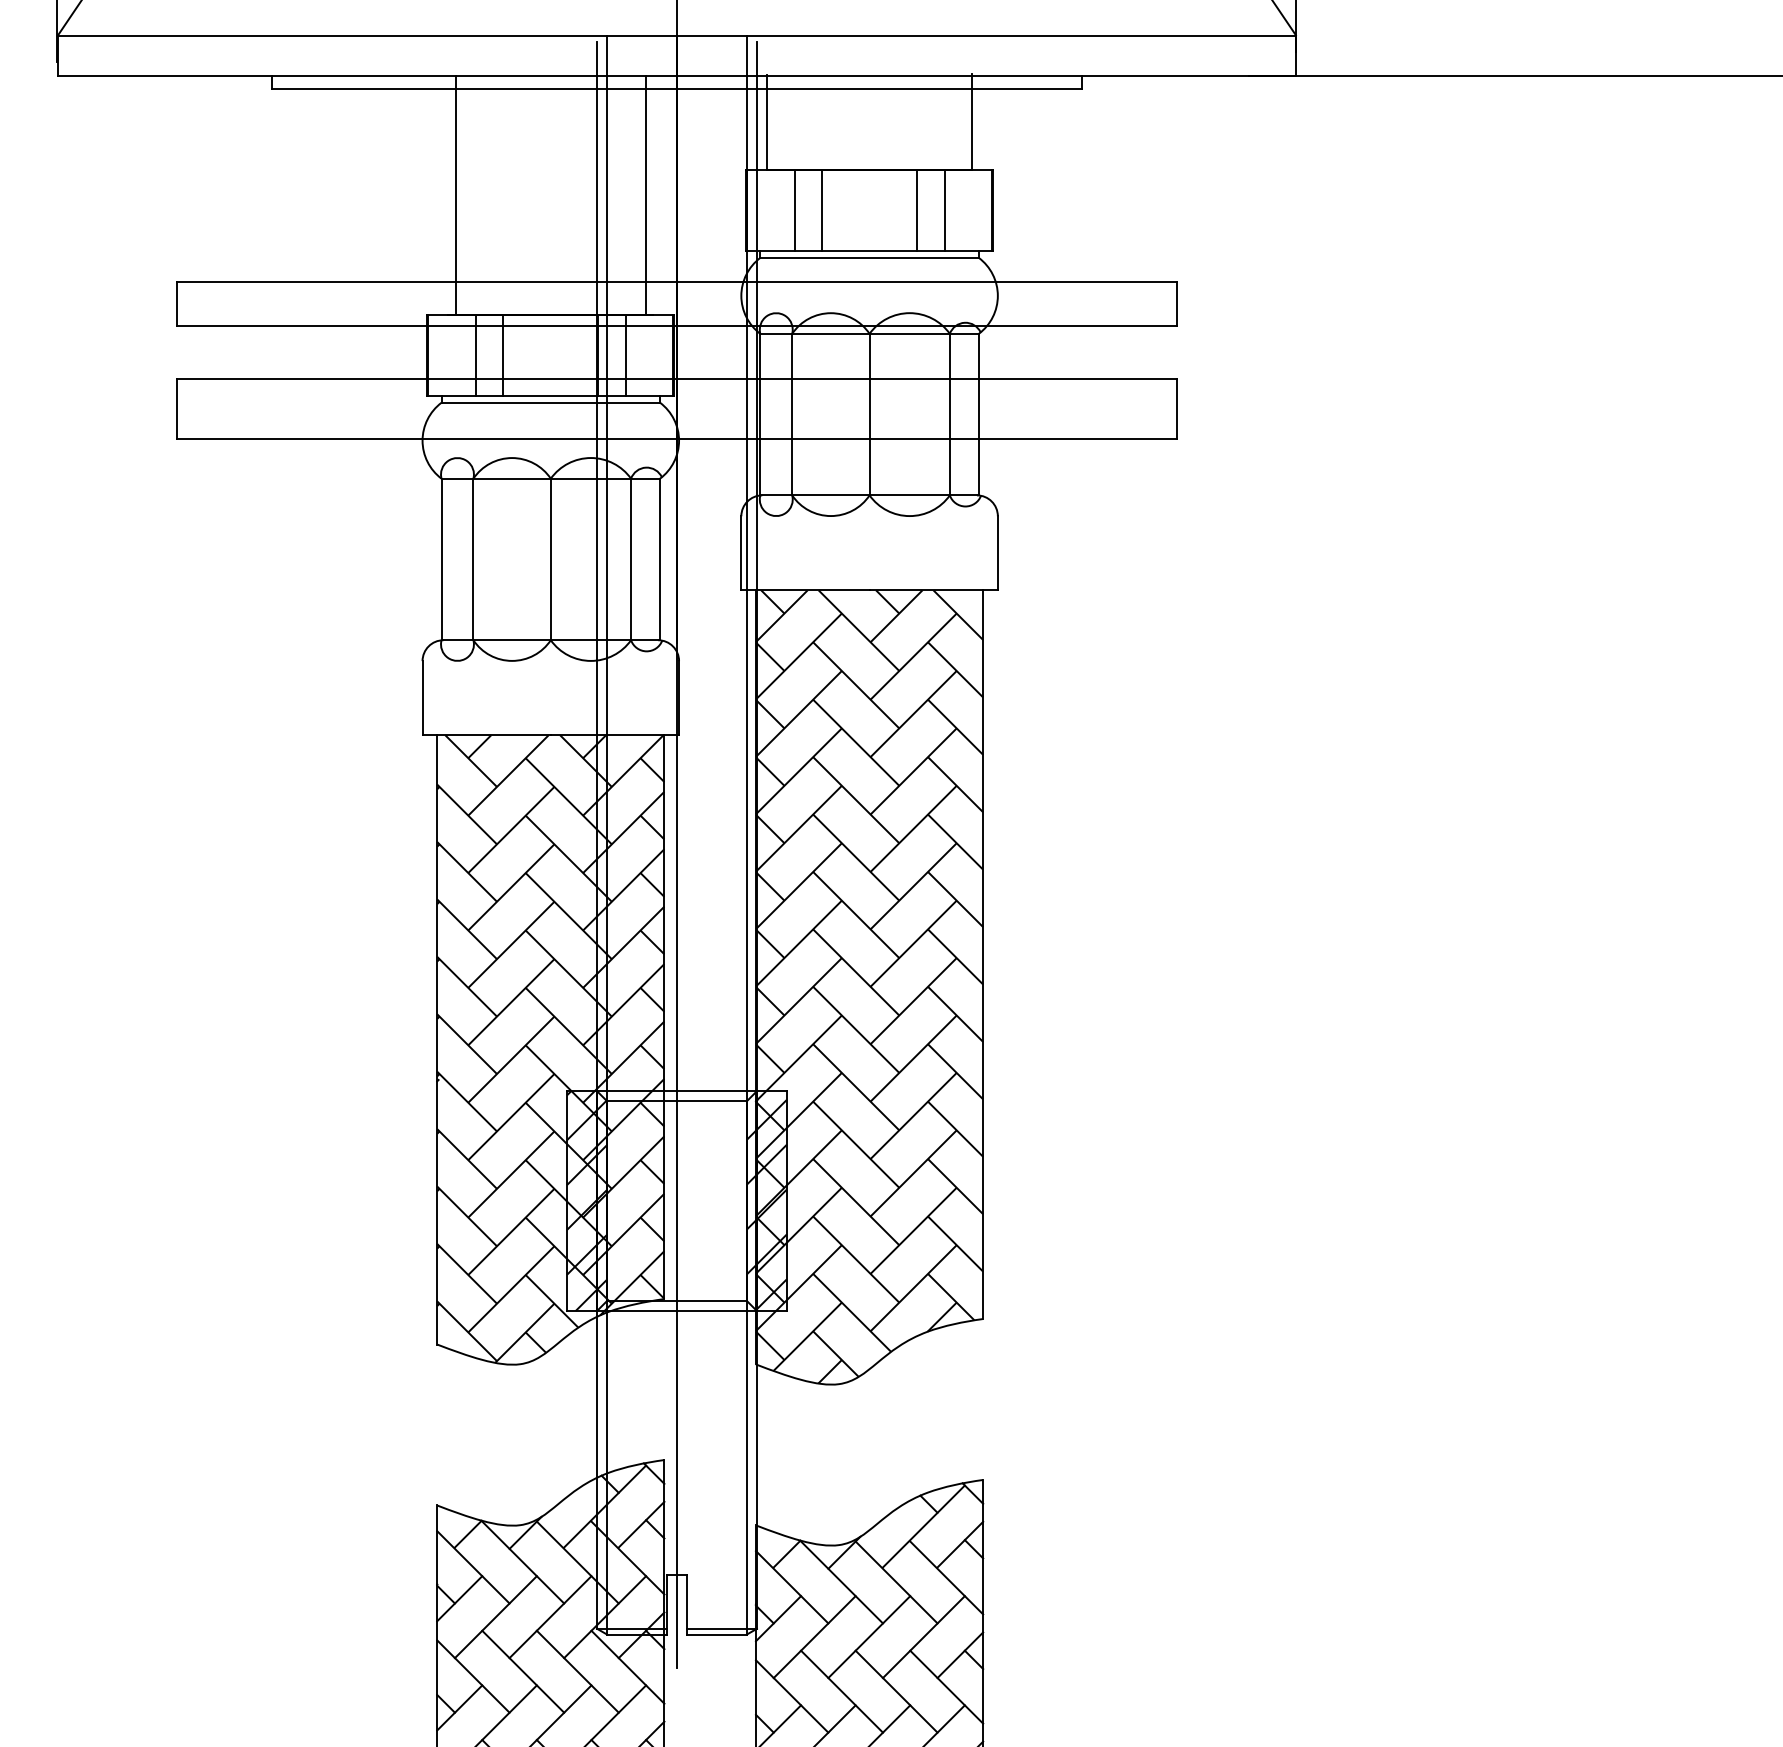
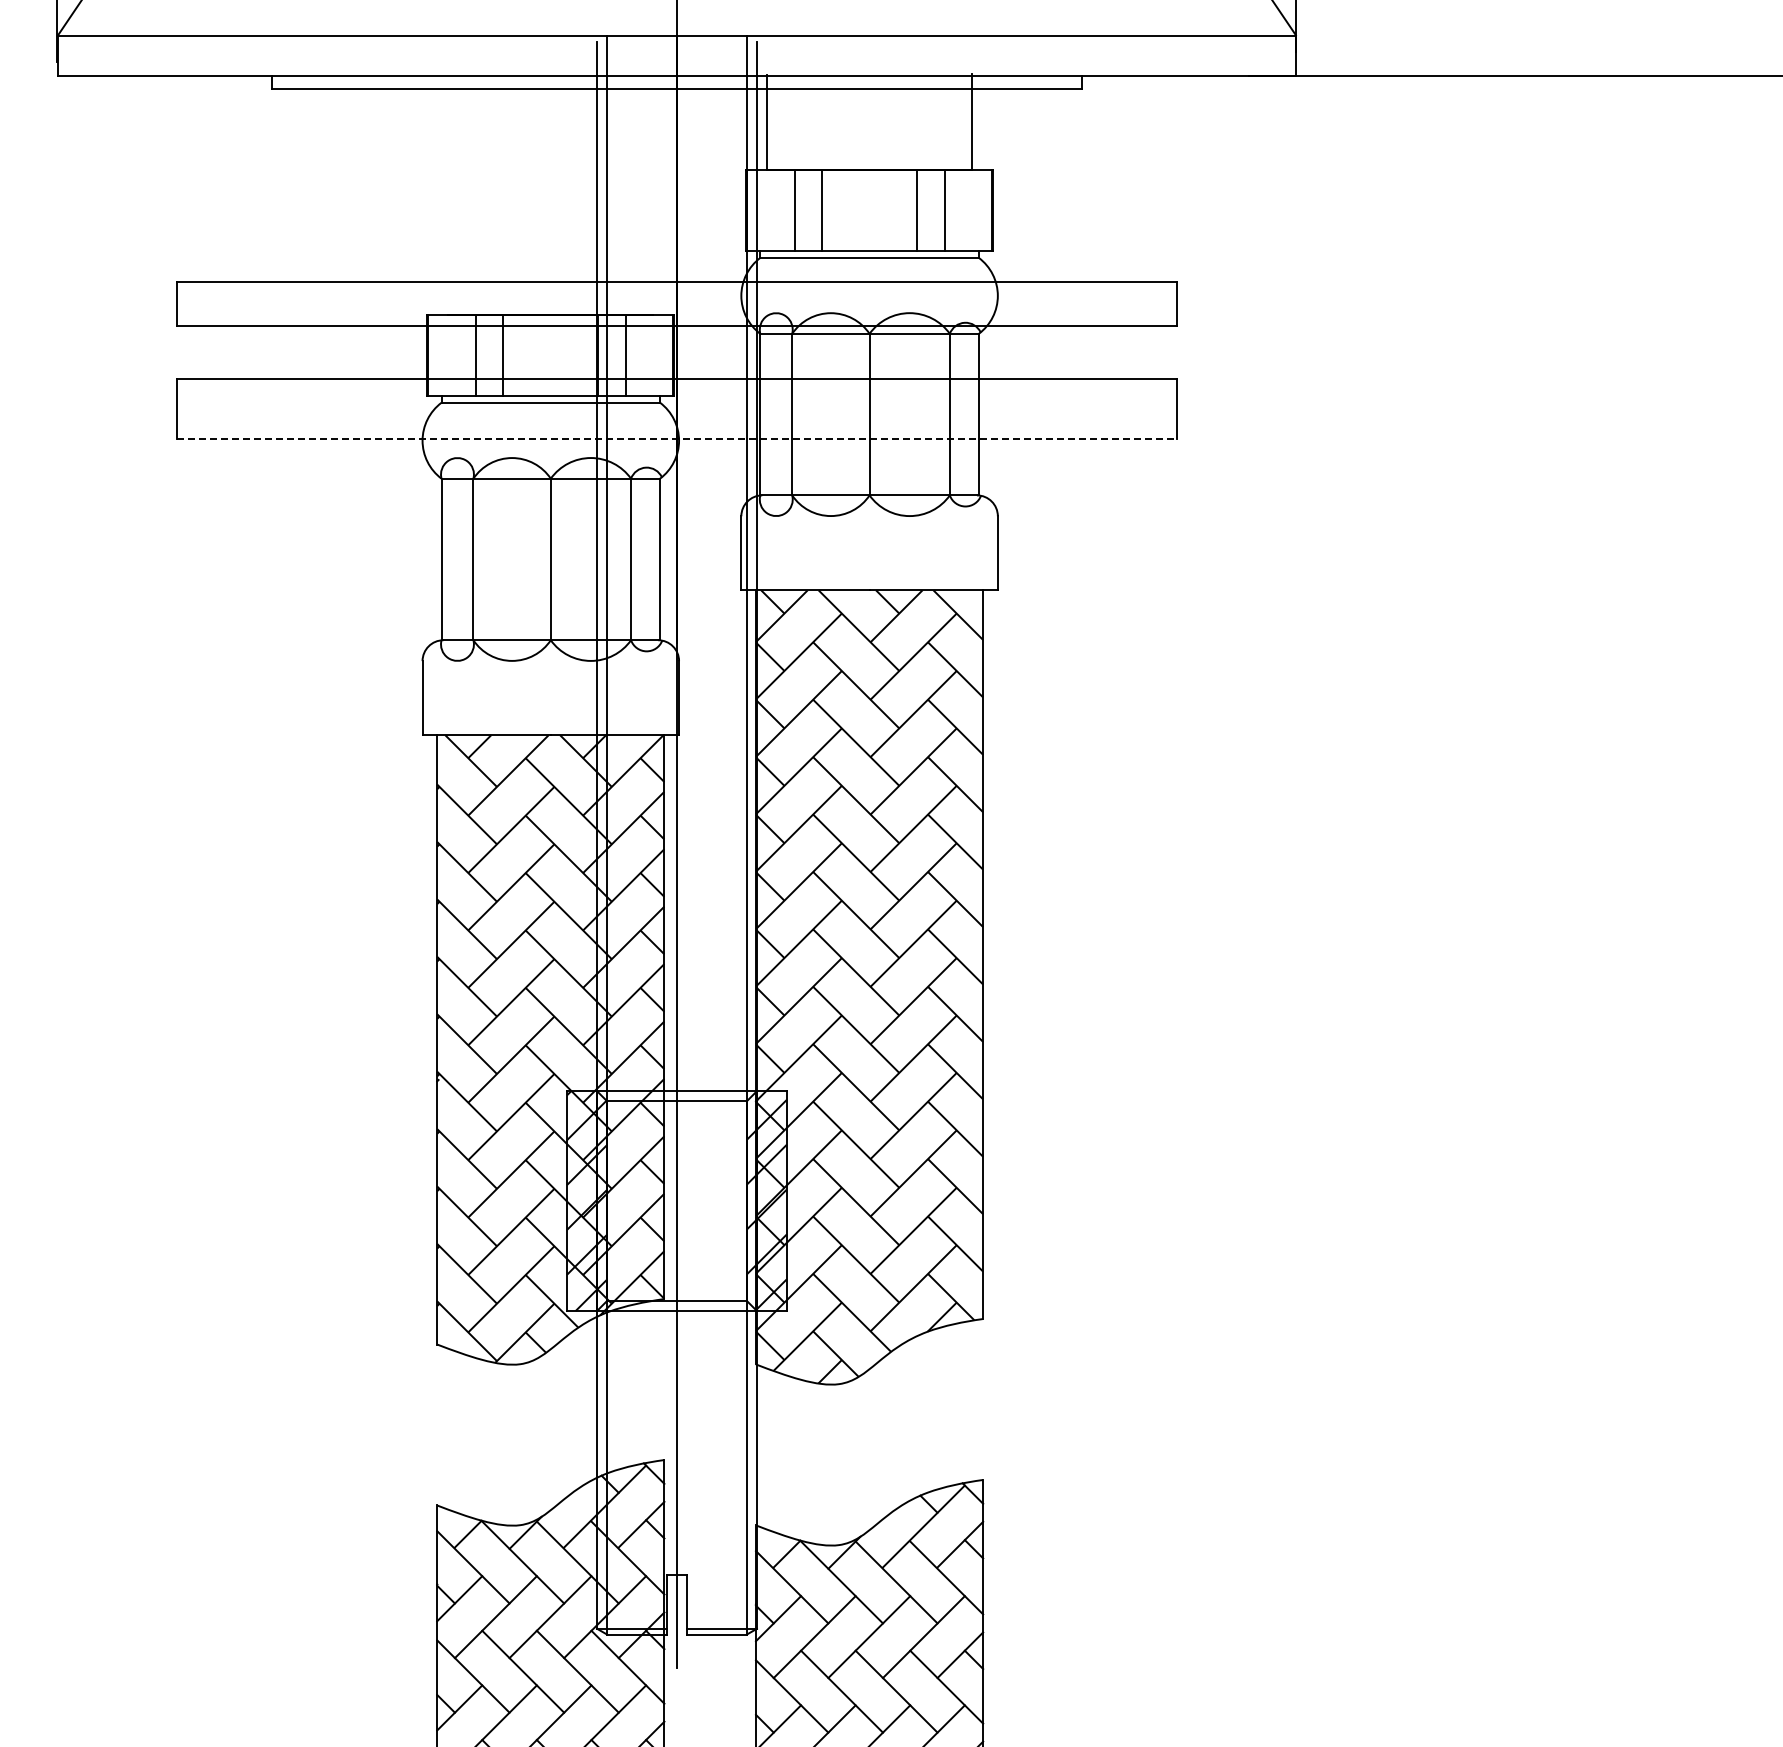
line at (455, 194): present -> none
line at (645, 194): present -> none
line at (677, 438): solid -> dashed
